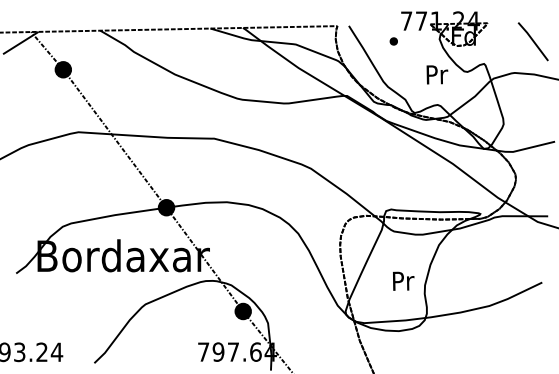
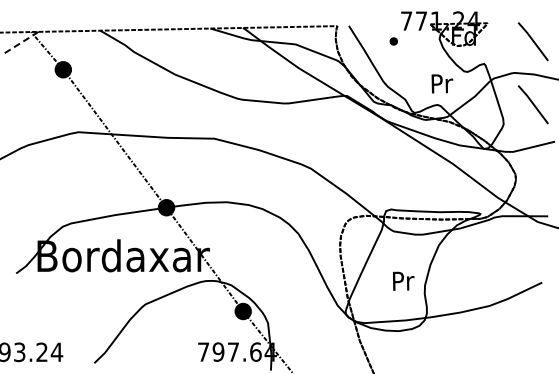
line at (20, 43): solid -> dashed
text at (437, 74) position: (437, 74) -> (442, 83)
line at (532, 104): none -> present
